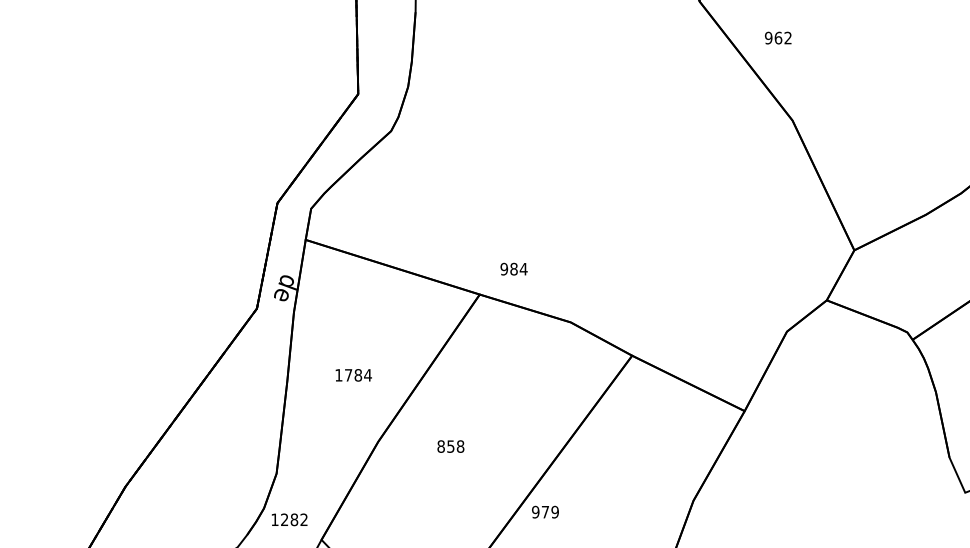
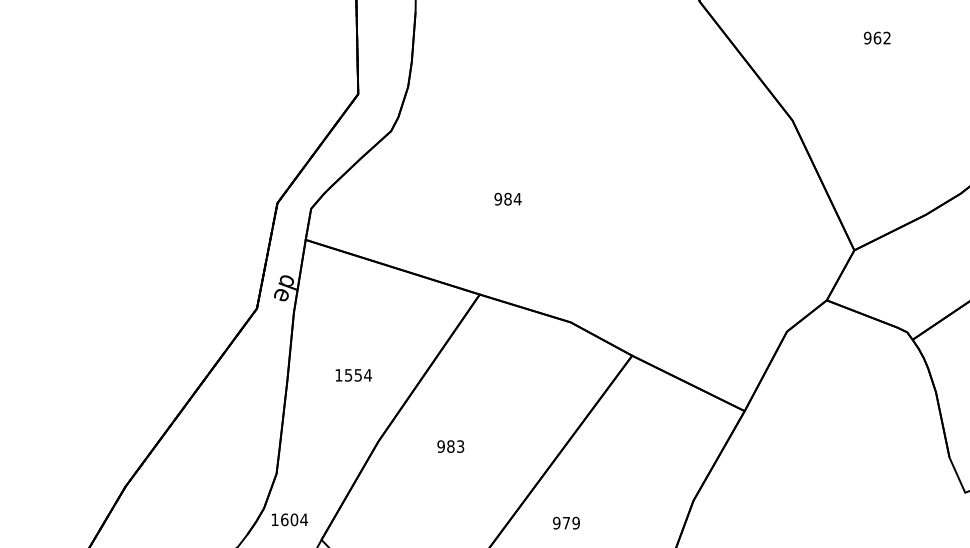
text at (778, 37) position: (778, 37) -> (877, 37)
text at (513, 268) position: (513, 268) -> (507, 198)
text at (353, 375): 1784 -> 1554
text at (450, 446): 858 -> 983
text at (545, 511) position: (545, 511) -> (566, 522)
text at (294, 519): 1282 -> 1604
